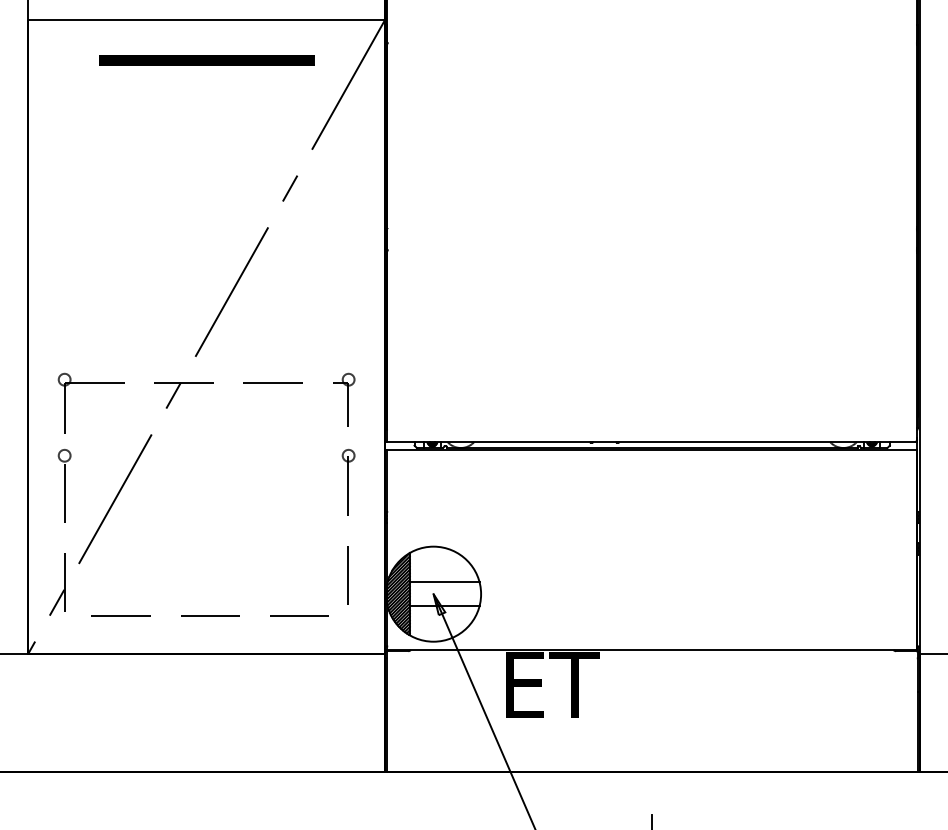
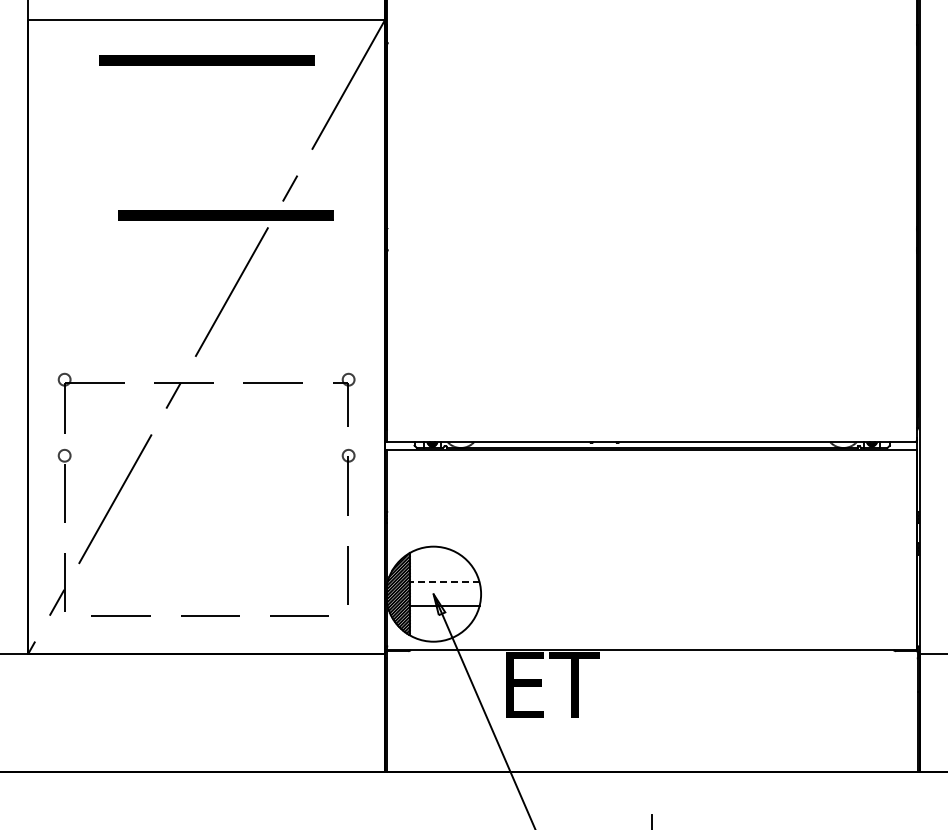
part at (225, 215): none -> present
line at (444, 582): solid -> dashed
